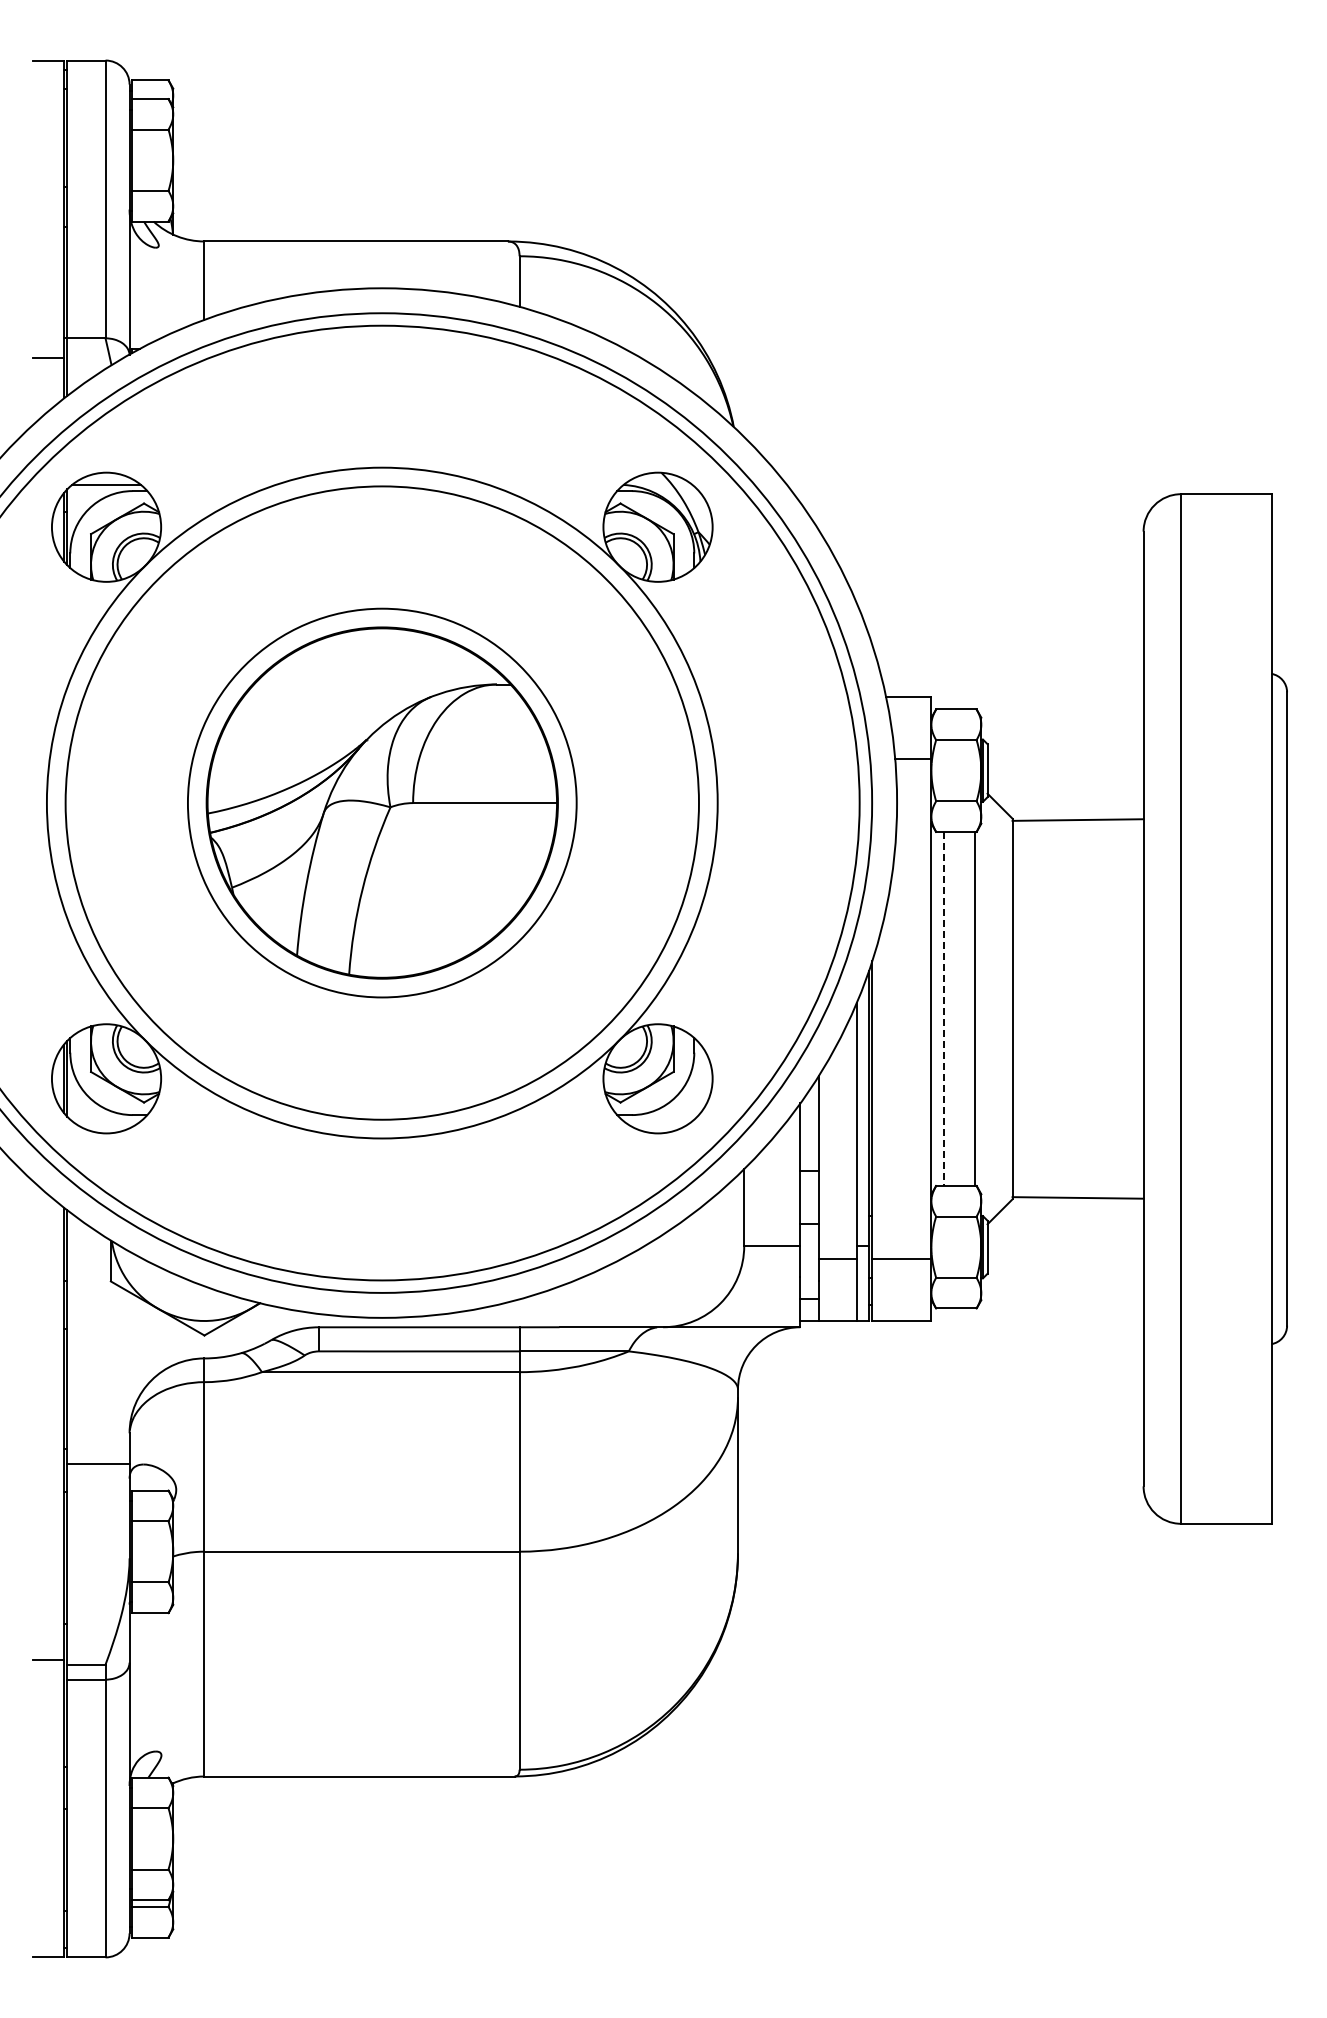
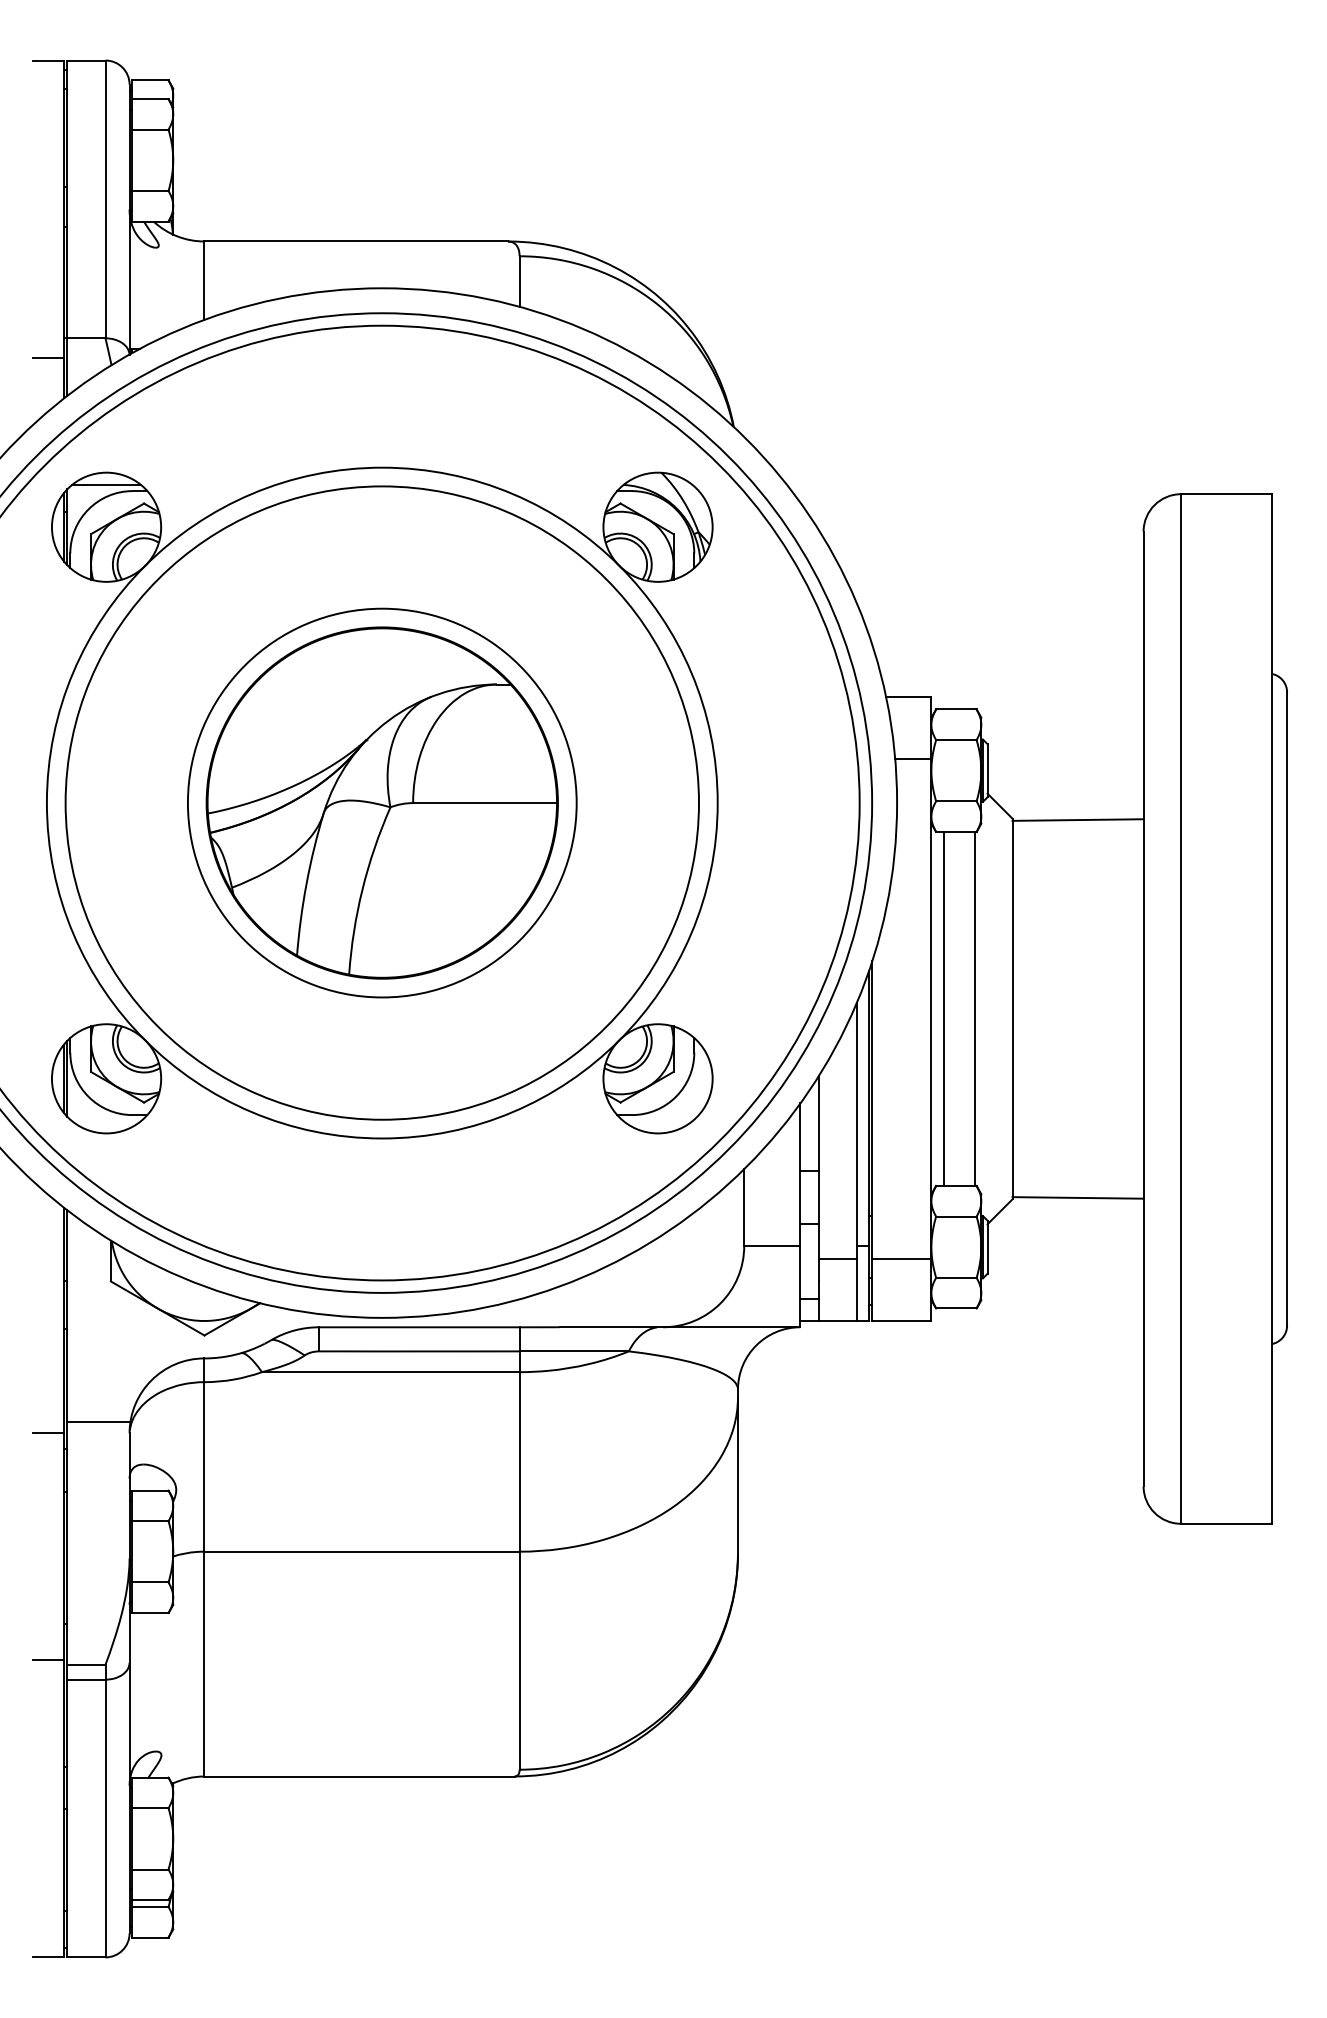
line at (943, 1008): dashed -> solid
line at (48, 1432): none -> present
line at (98, 1463) position: (98, 1463) -> (98, 1421)
